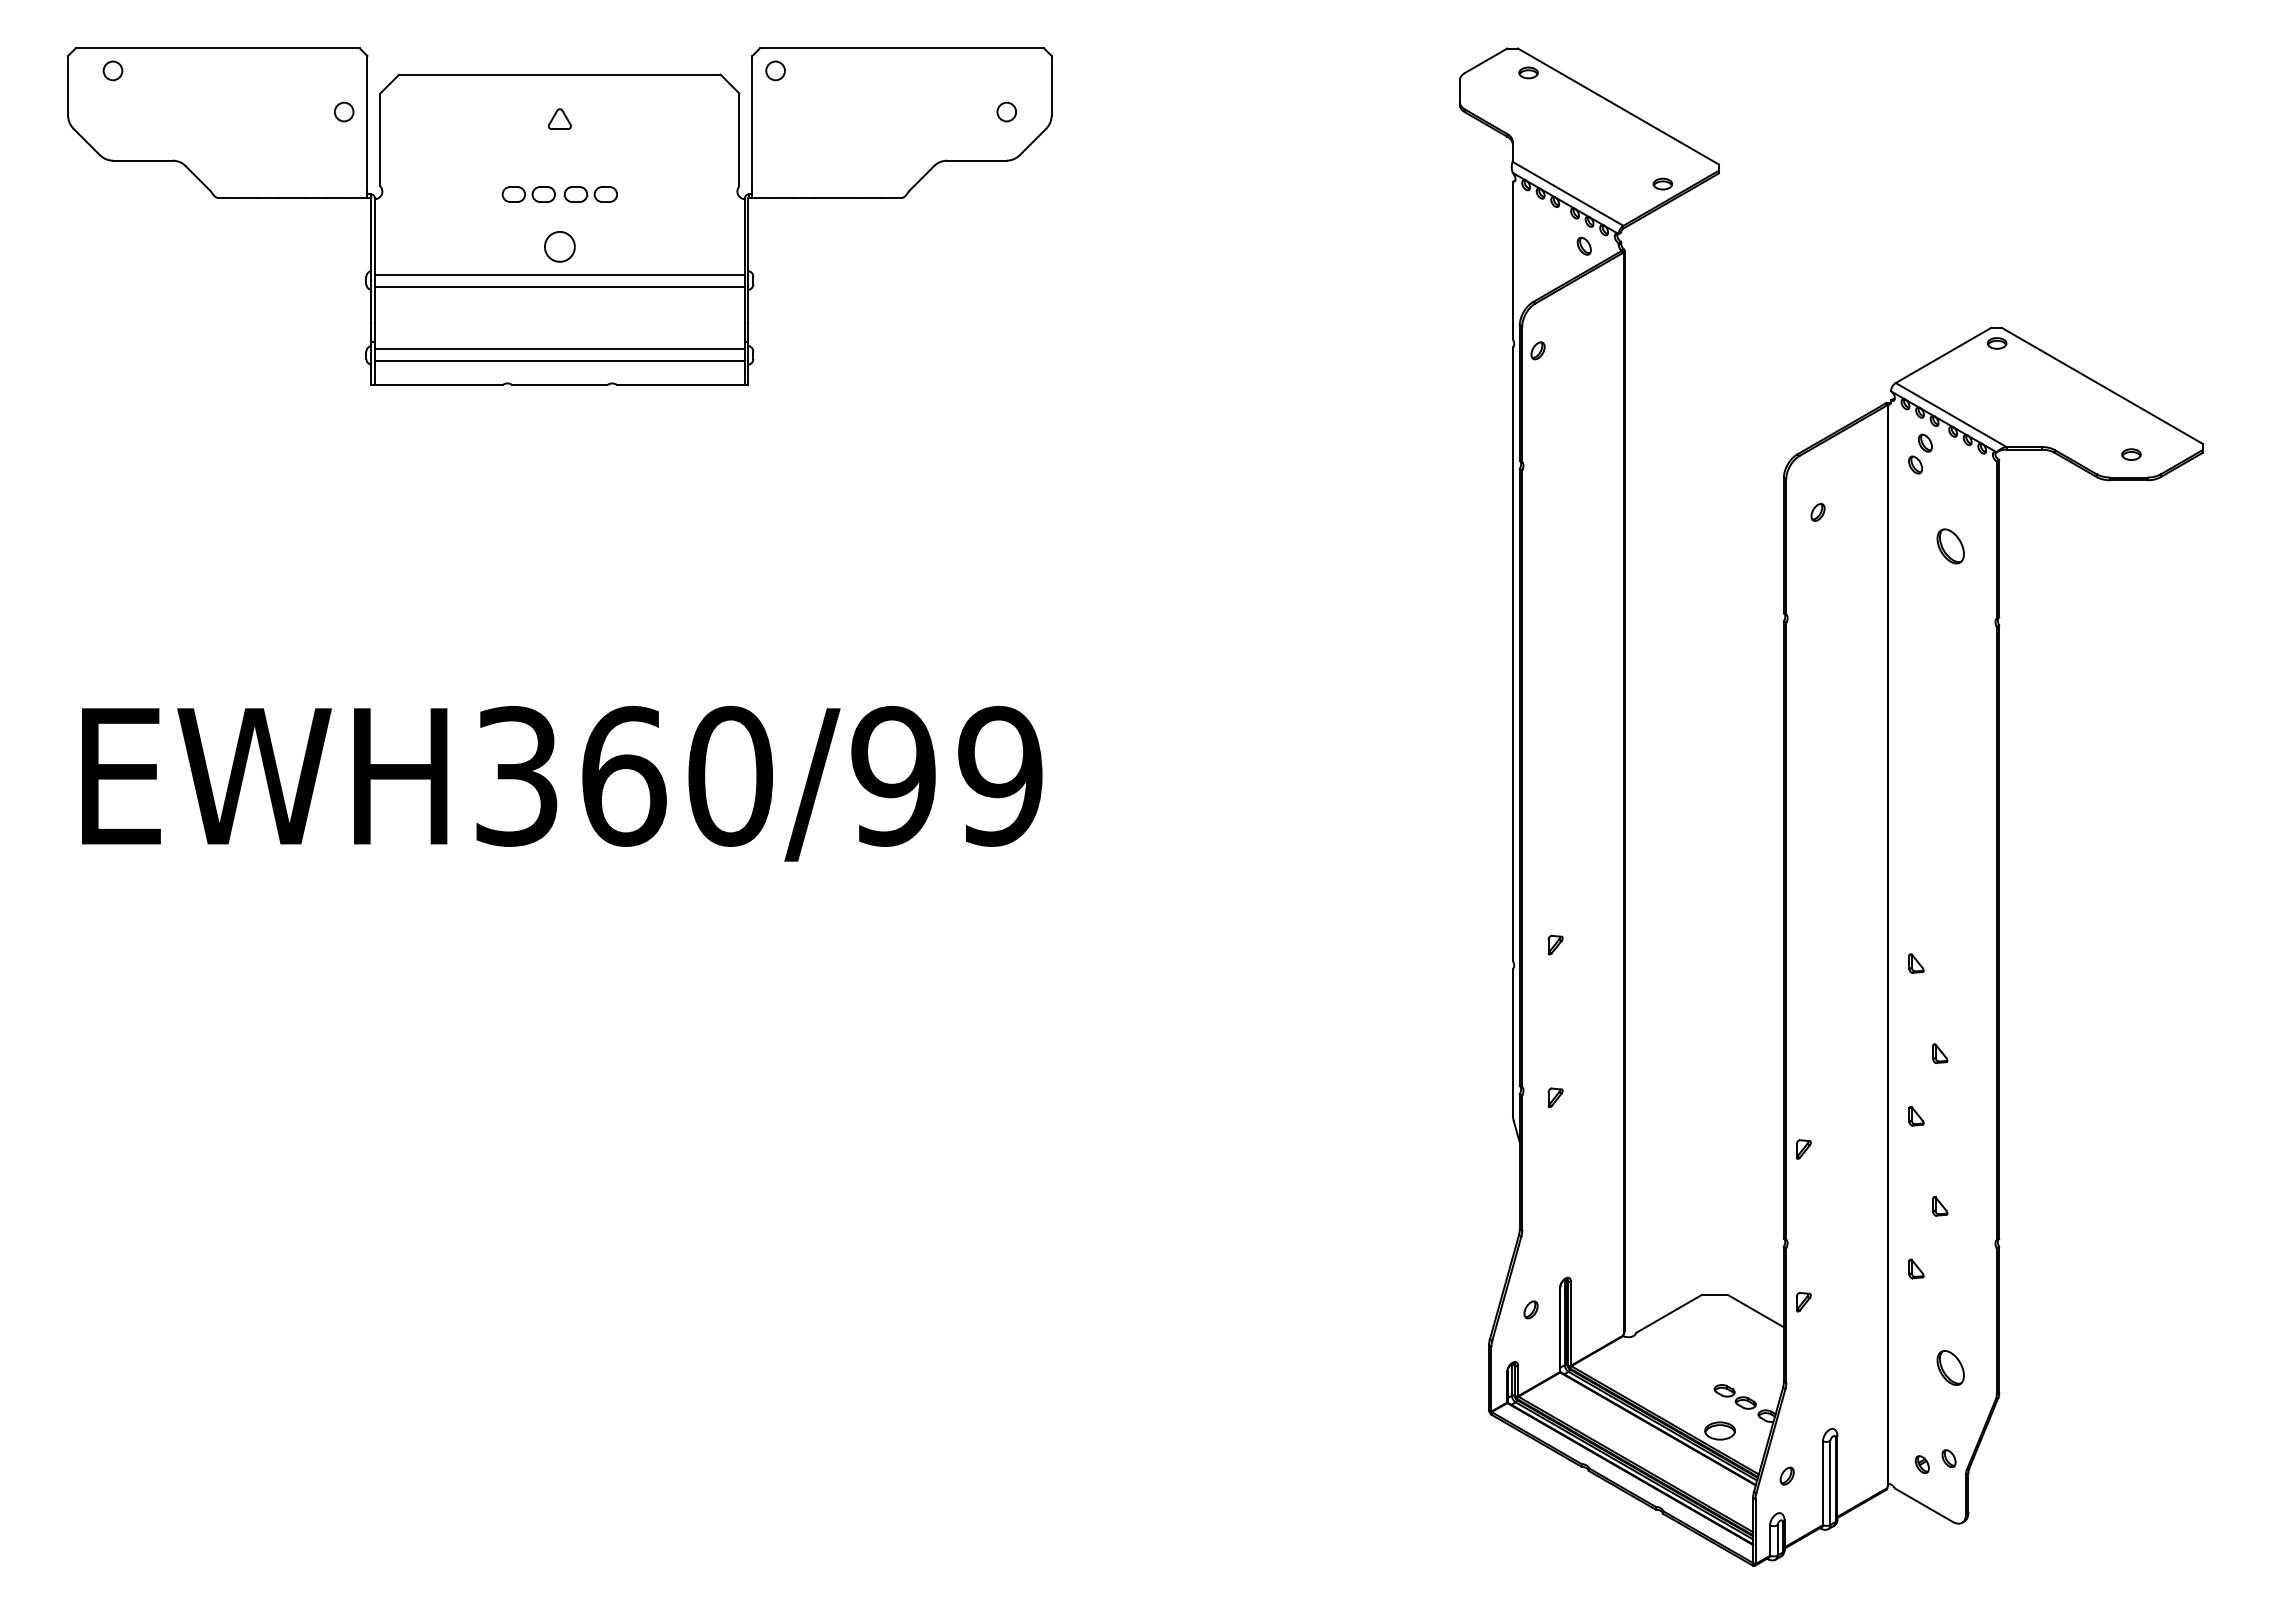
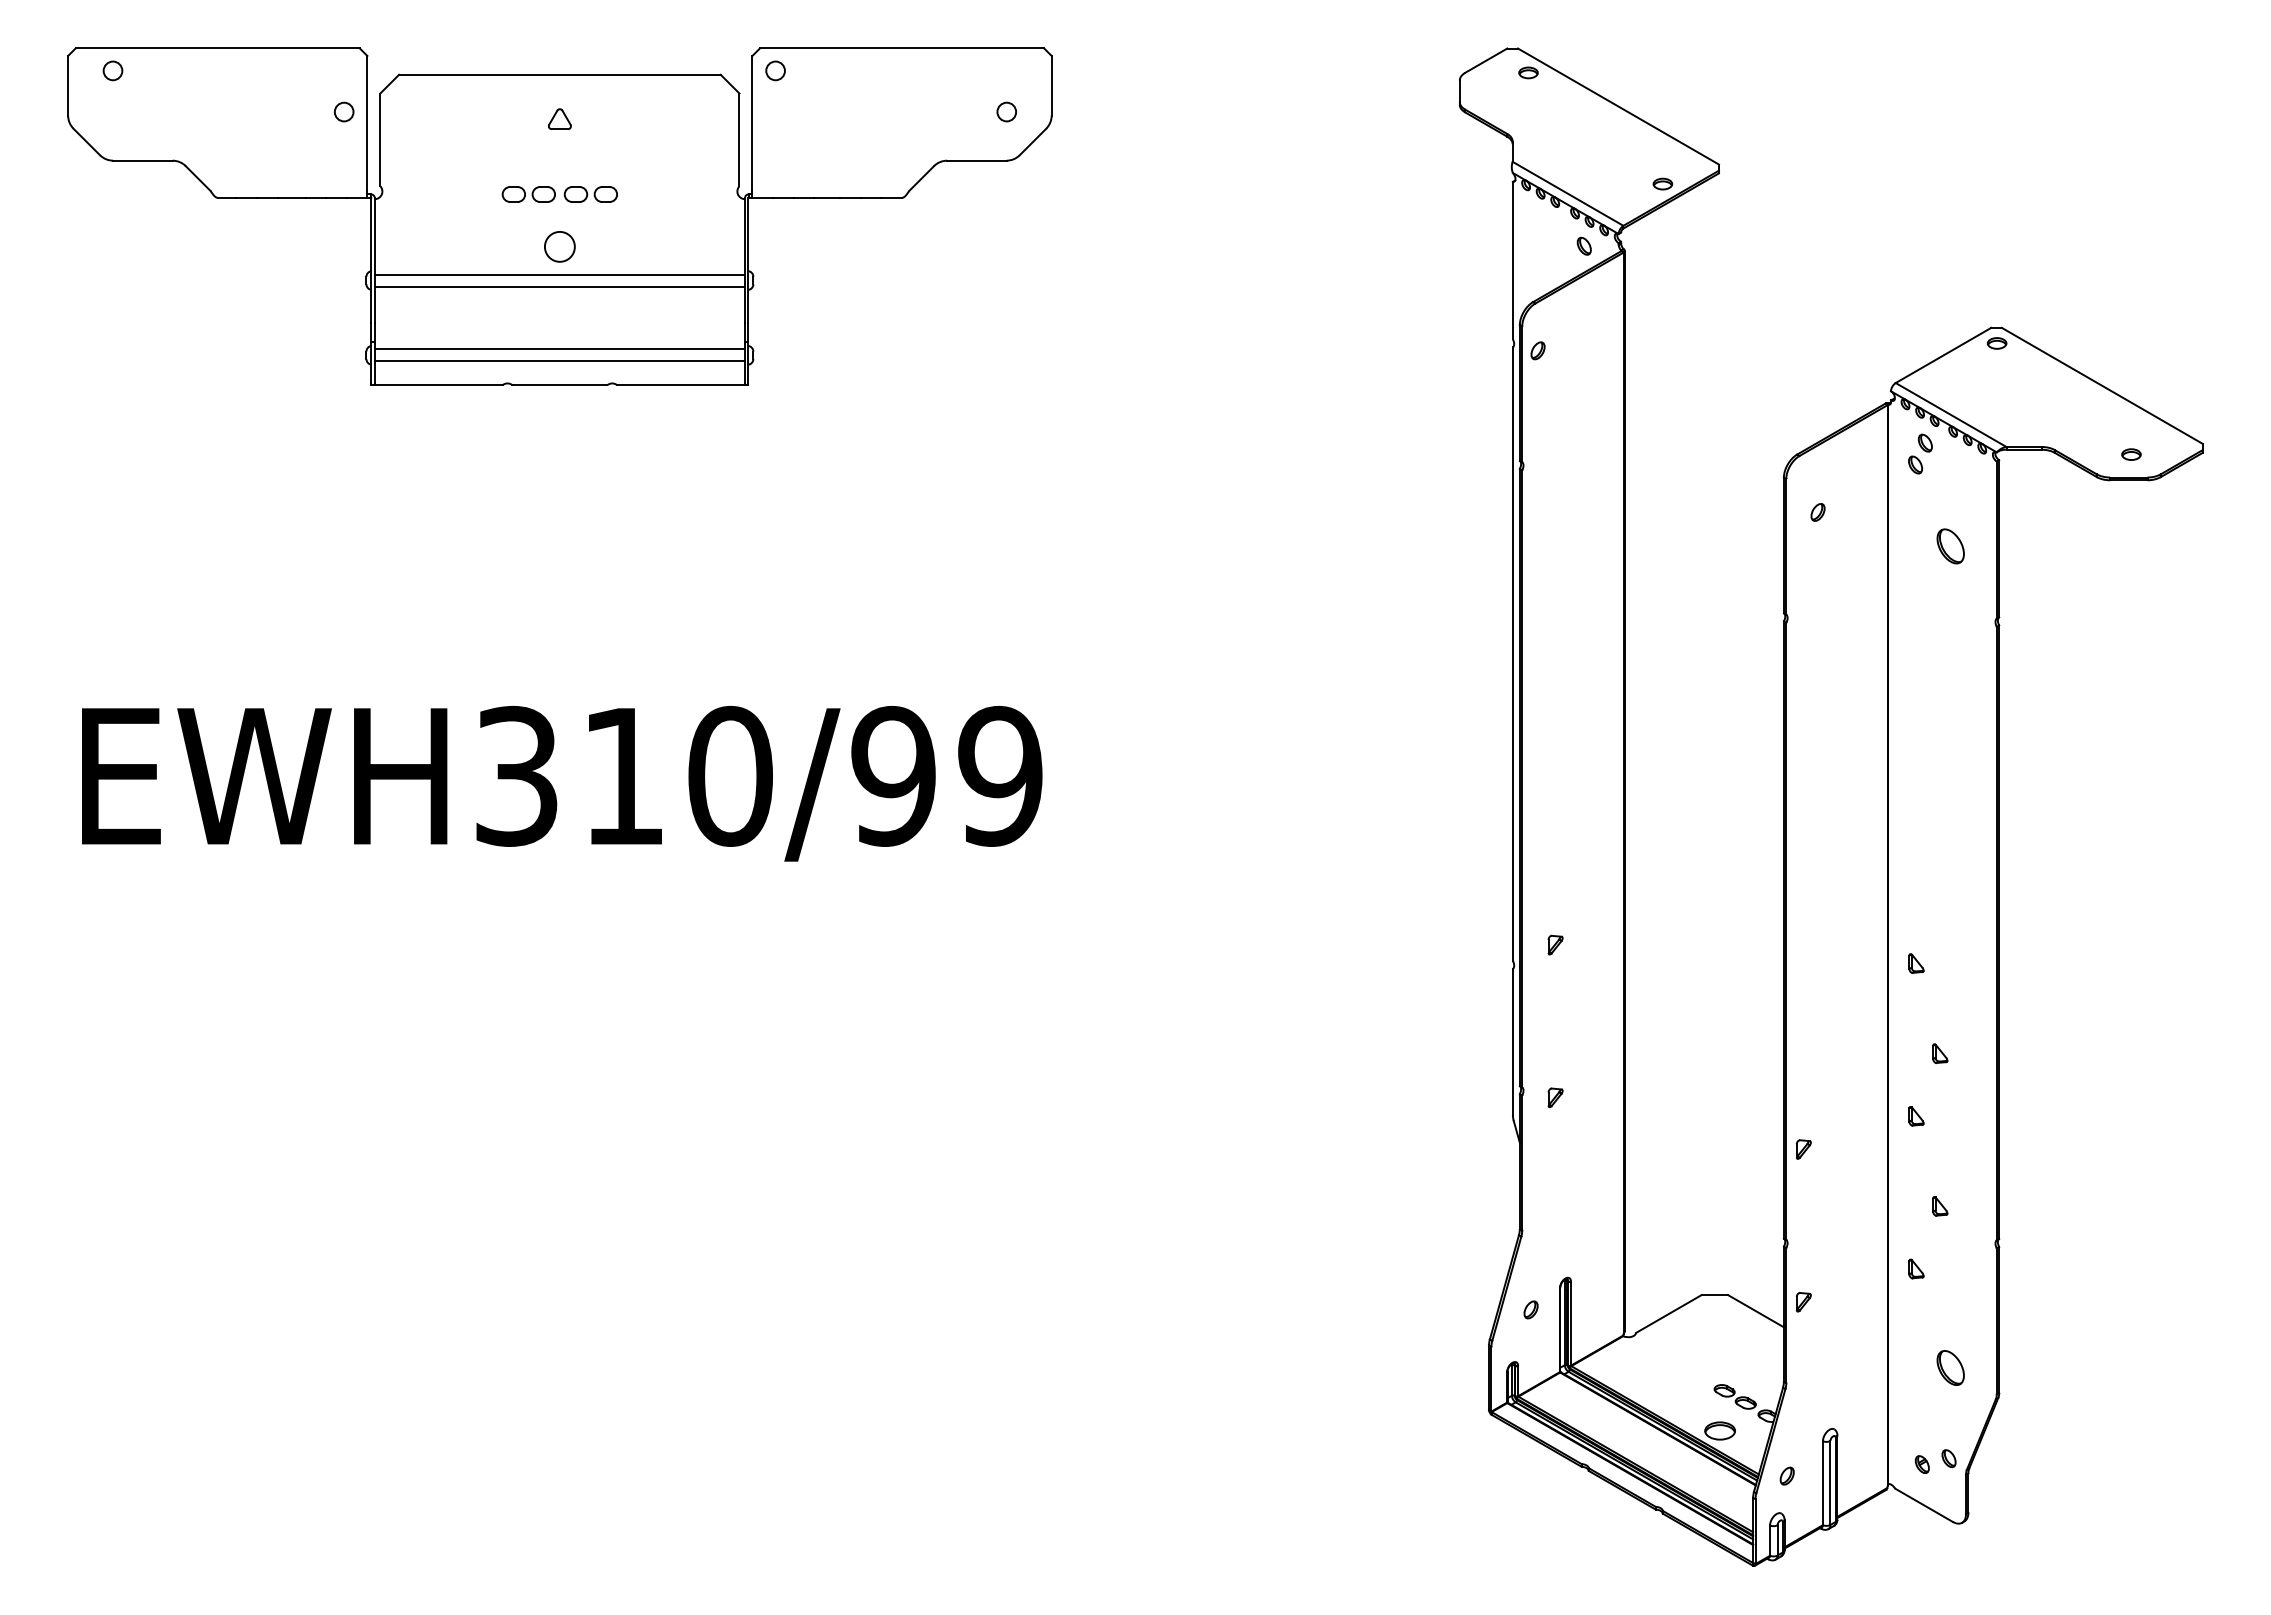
text at (624, 775): EWH360/99 -> EWH310/99
